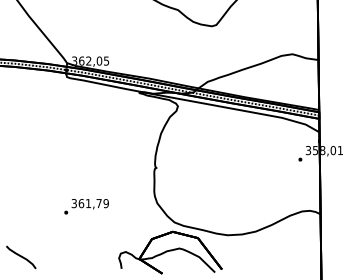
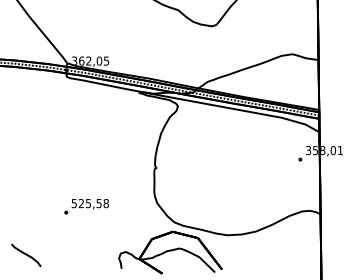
text at (90, 203): 361,79 -> 525,58
curve at (21, 257) position: (21, 257) -> (26, 255)
